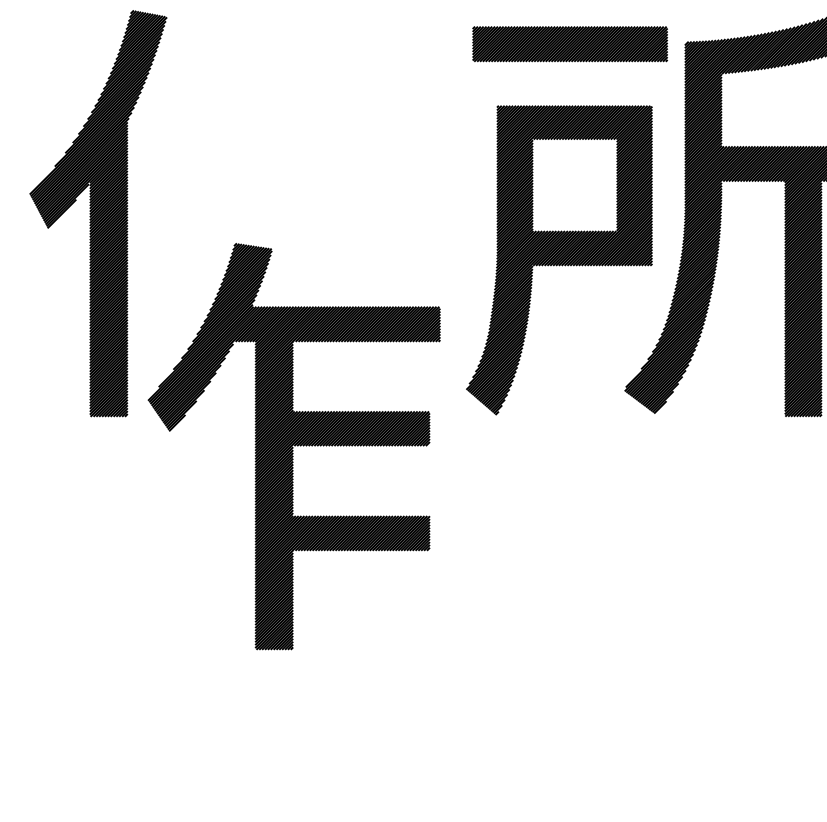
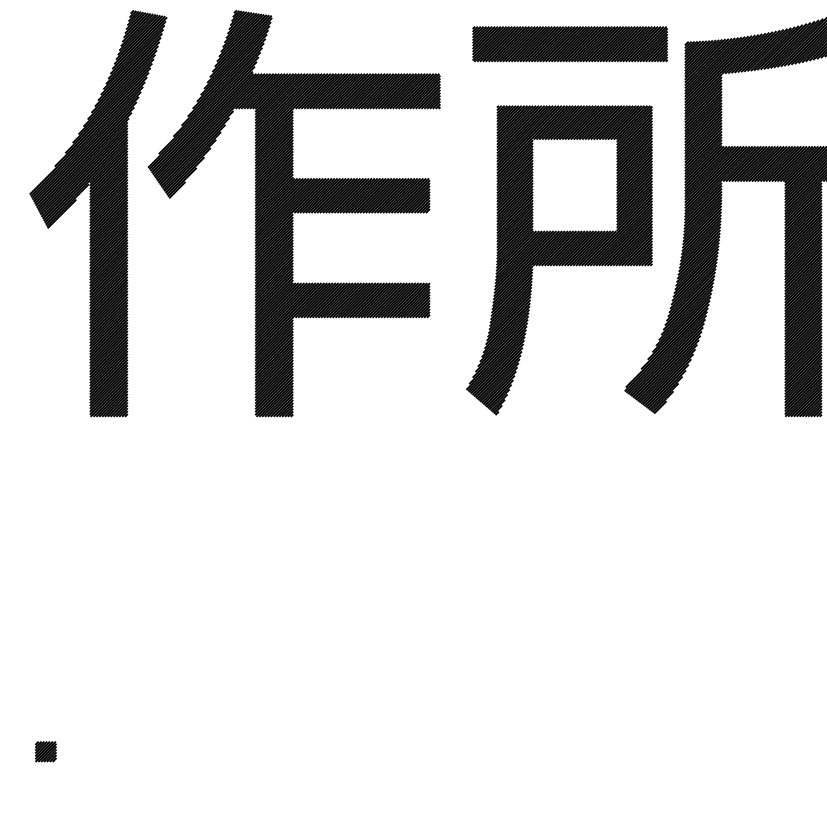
part at (293, 446) position: (293, 446) -> (293, 213)
part at (45, 751): none -> present
